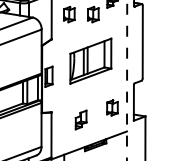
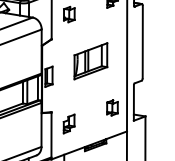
part at (93, 14): present -> none
part at (90, 60) size: 44x48 px -> 36x39 px
line at (127, 80): dashed -> solid
part at (80, 119) position: (80, 119) -> (68, 123)
